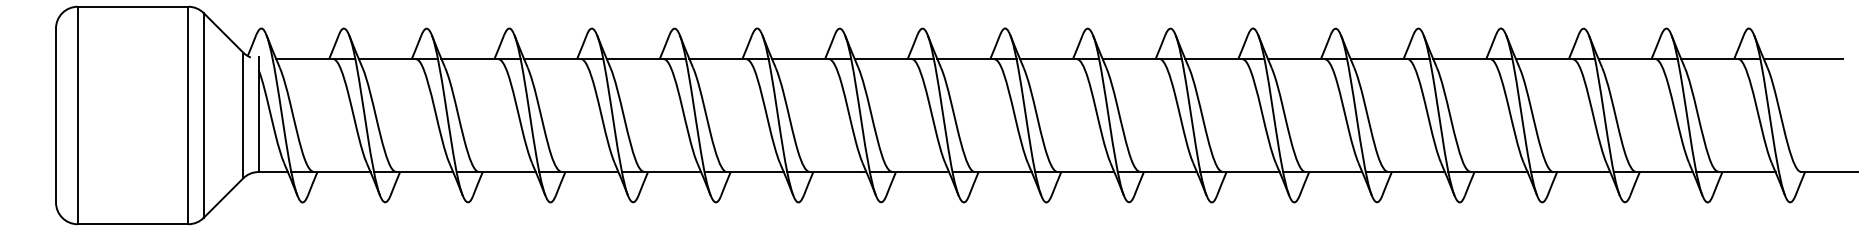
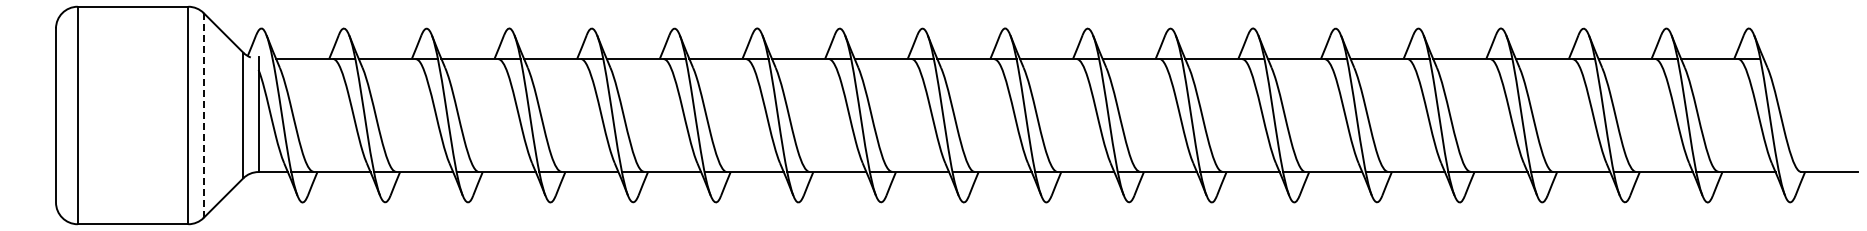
line at (1803, 58): present -> none
line at (203, 116): solid -> dashed
